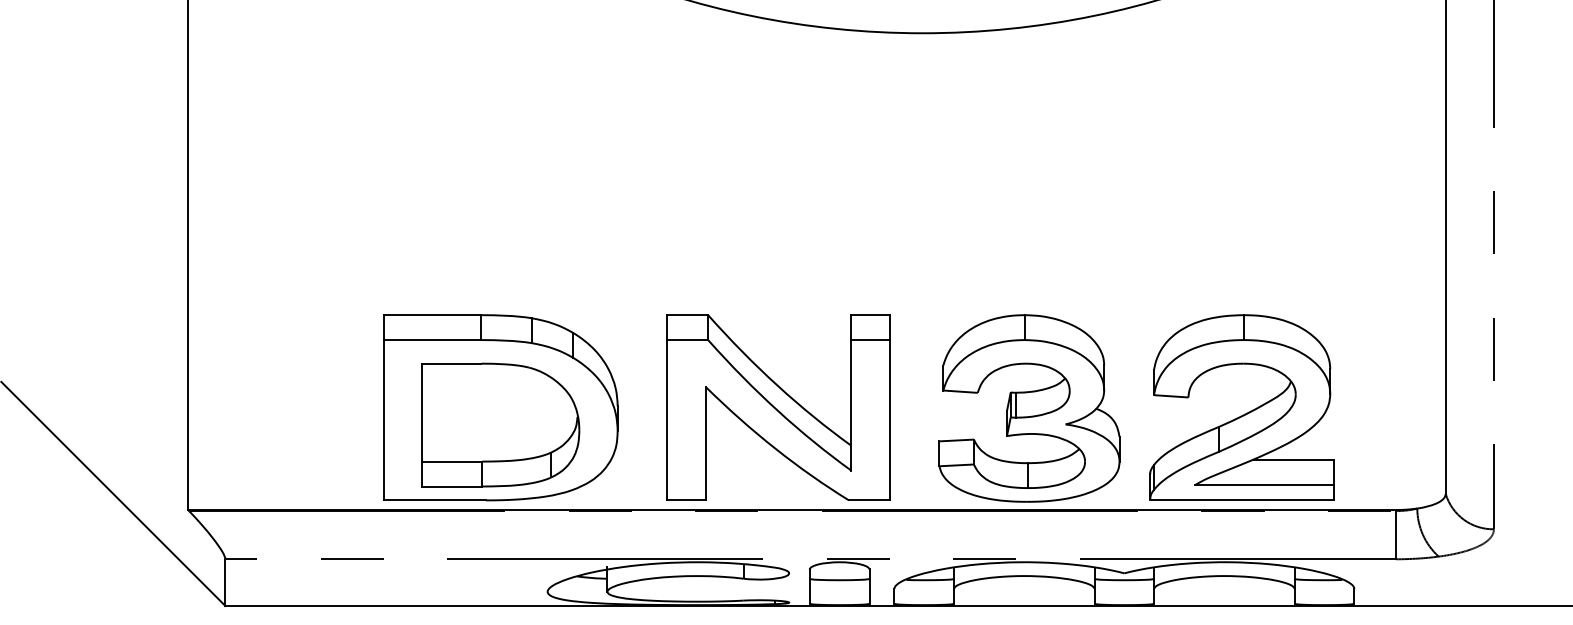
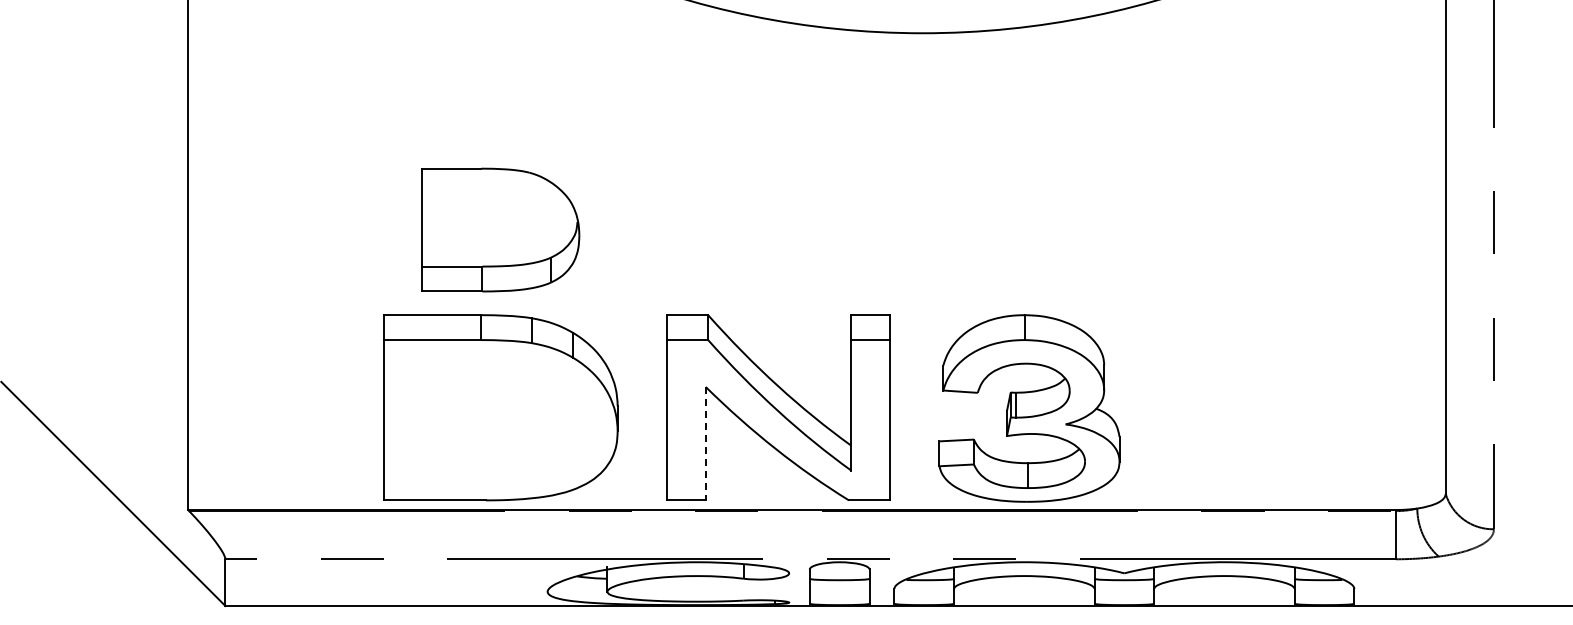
part at (1245, 413): present -> none
part at (500, 424) position: (500, 424) -> (500, 229)
line at (705, 443): solid -> dashed
